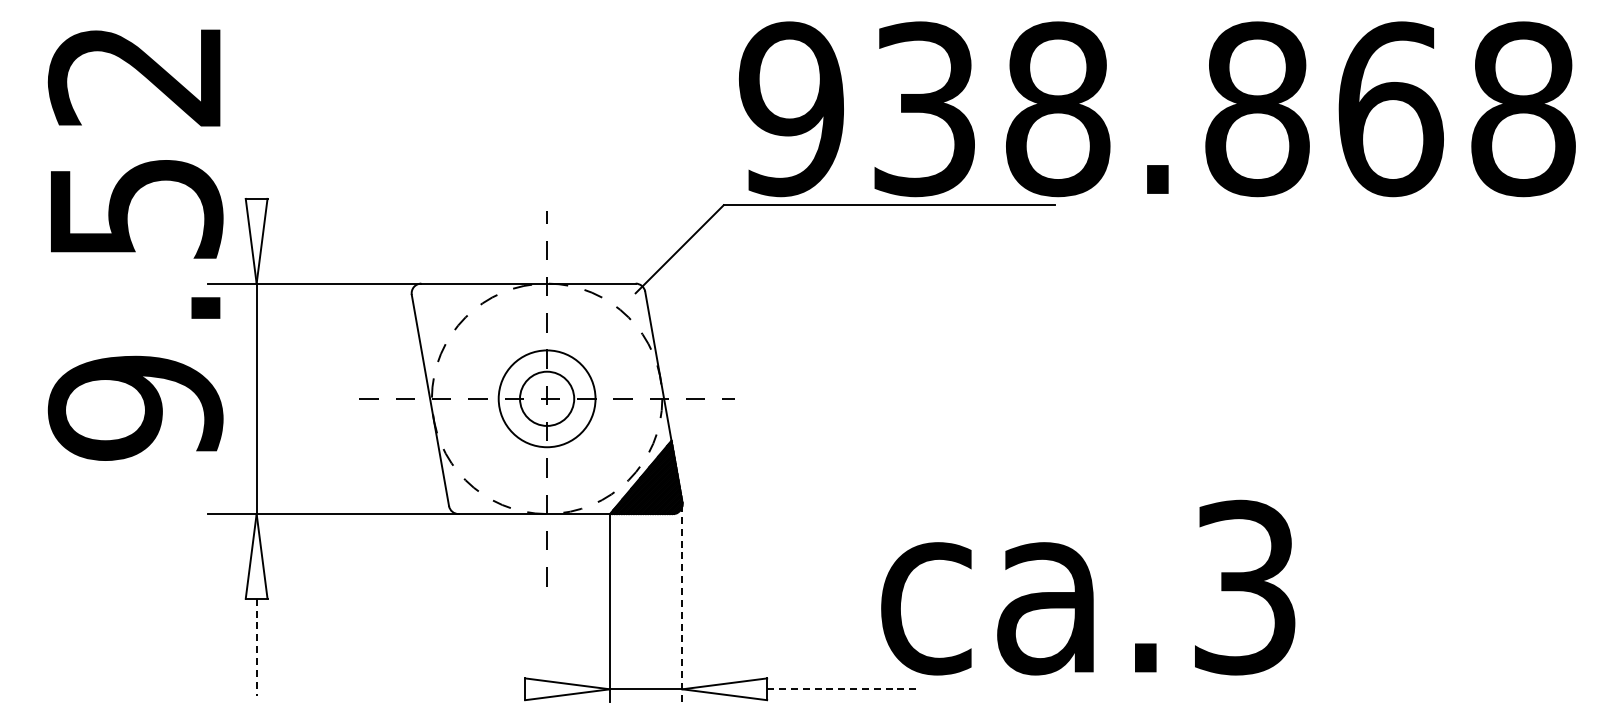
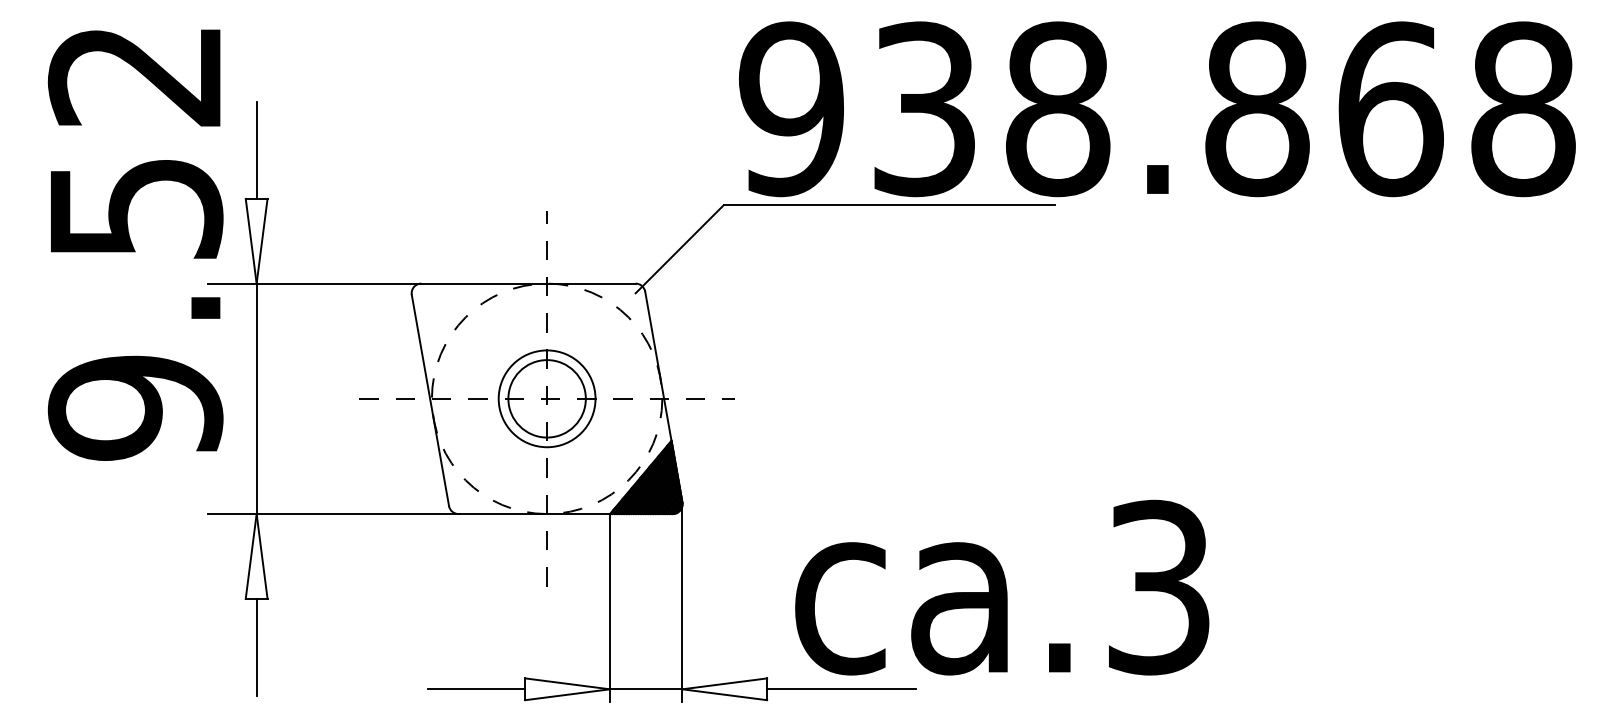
line at (256, 150): none -> present
circle at (547, 398) diameter: 54 px -> 77 px
text at (1088, 587) position: (1088, 587) -> (1002, 587)
line at (682, 601): dashed -> solid
line at (256, 647): dashed -> solid
line at (476, 689): none -> present
line at (841, 689): dashed -> solid
